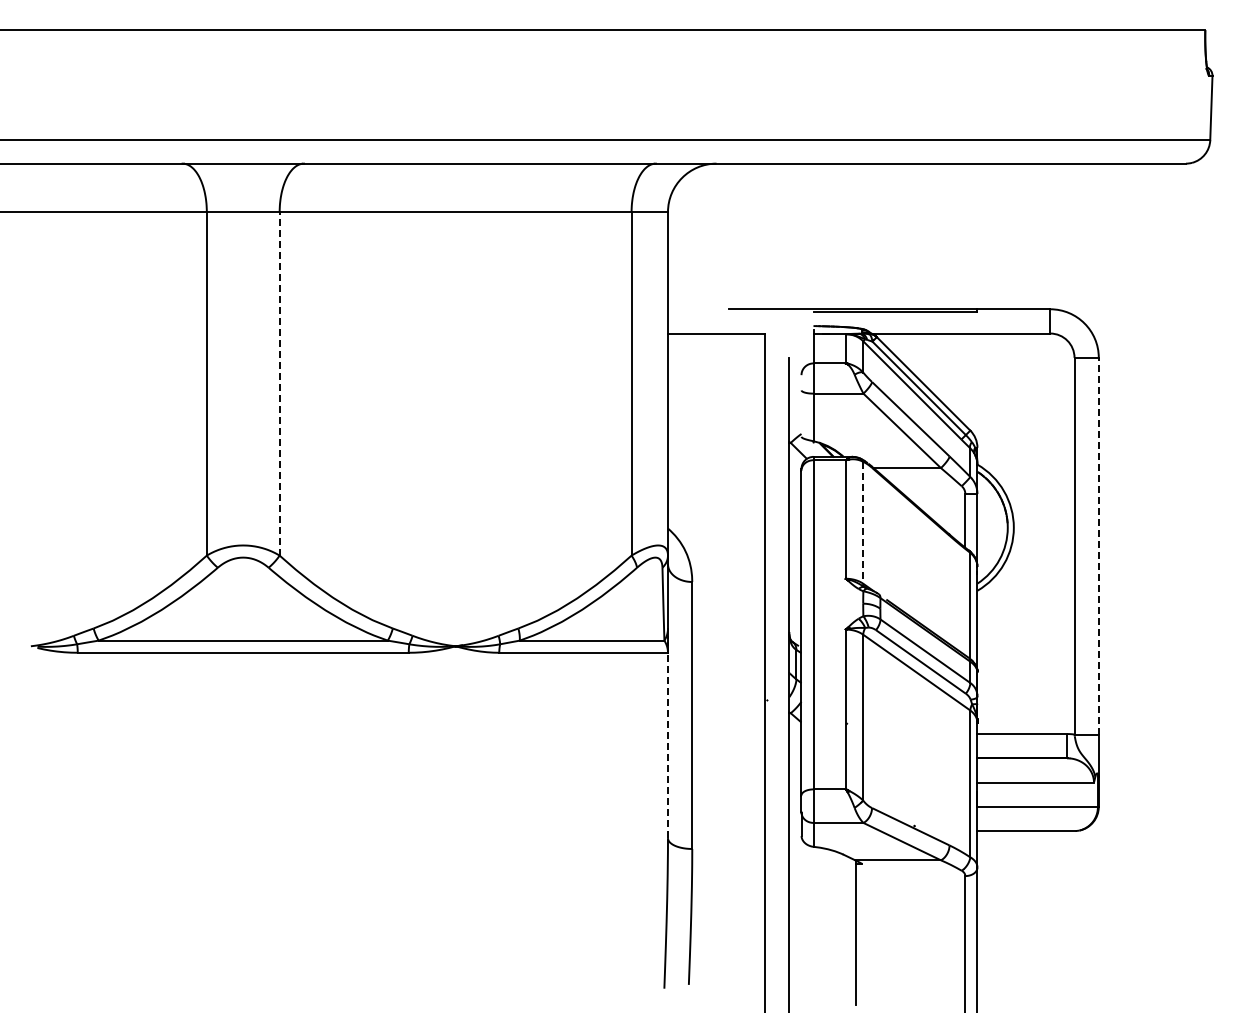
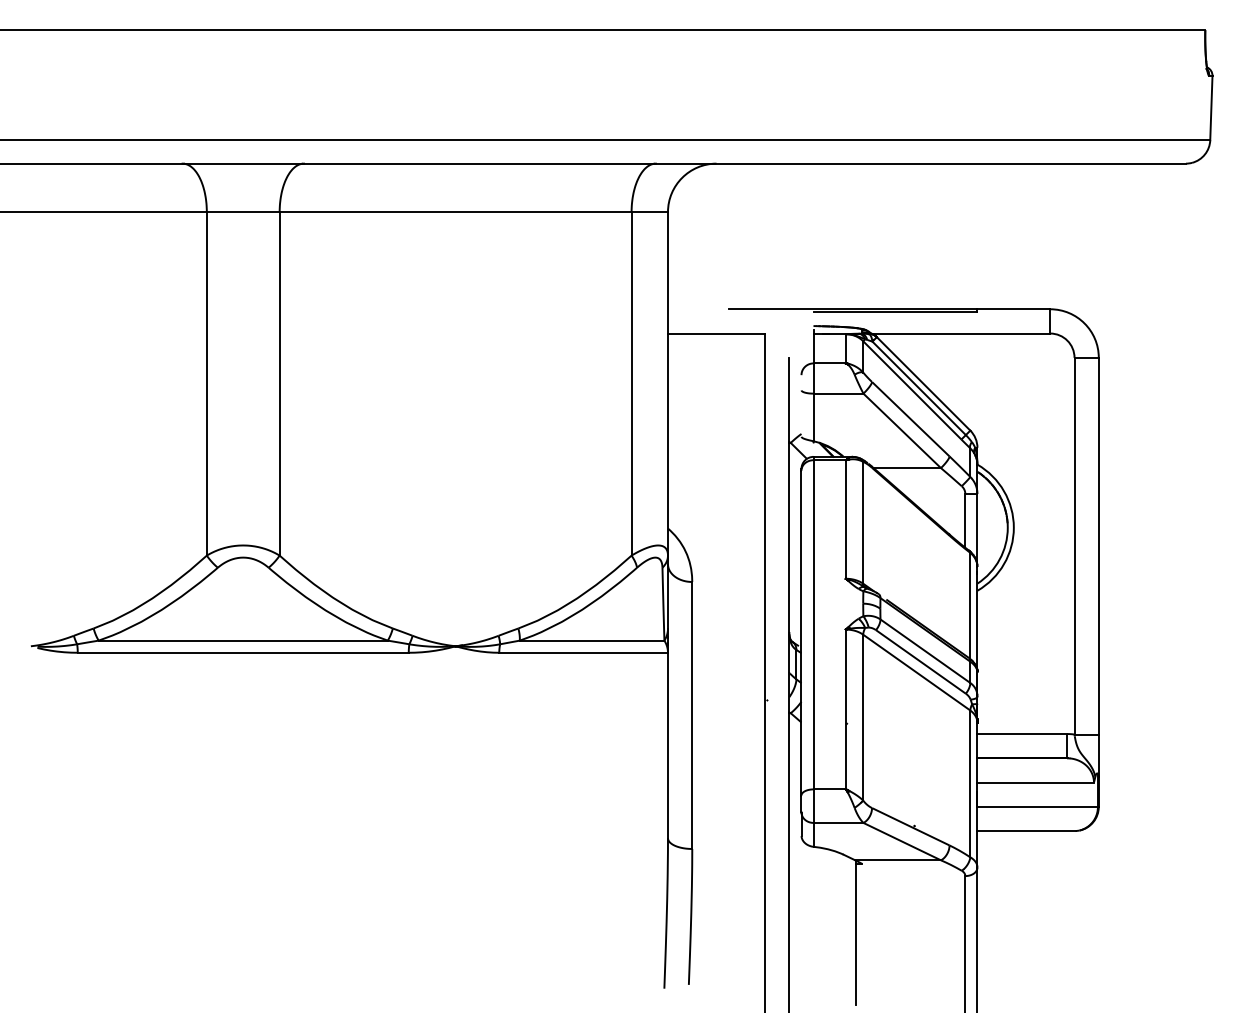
line at (279, 383): dashed -> solid
line at (863, 522): dashed -> solid
line at (1098, 545): dashed -> solid
line at (667, 745): dashed -> solid
